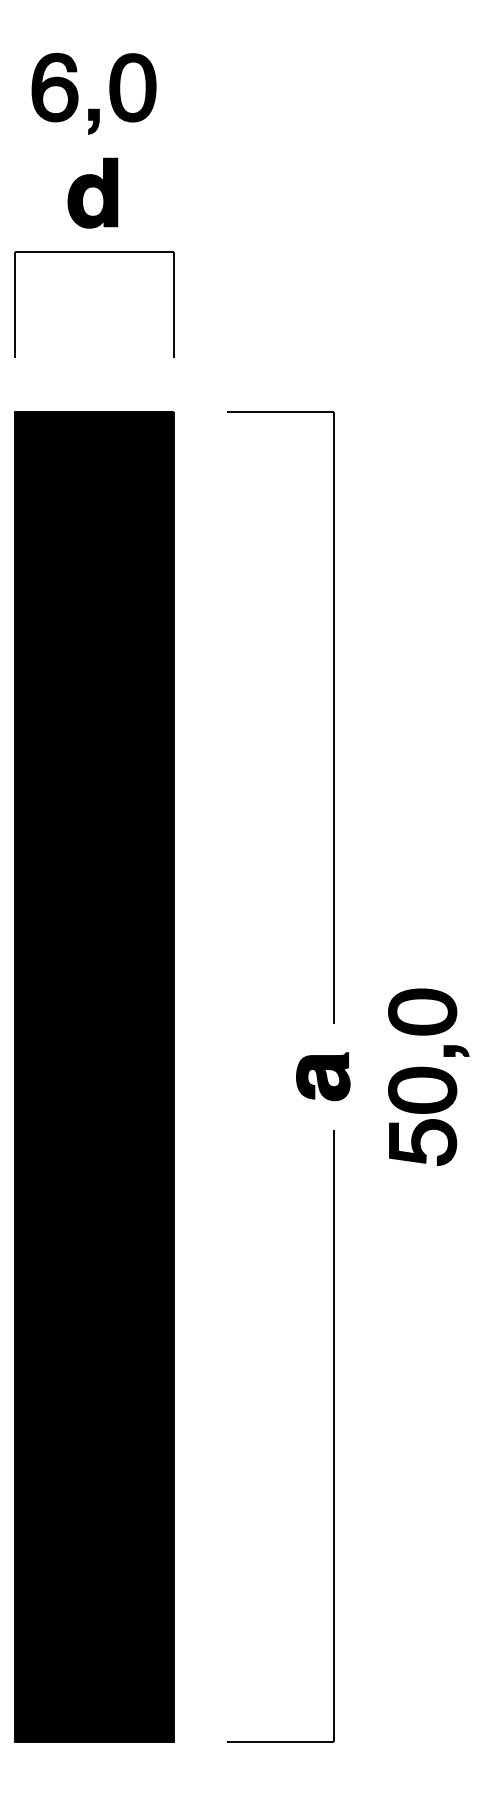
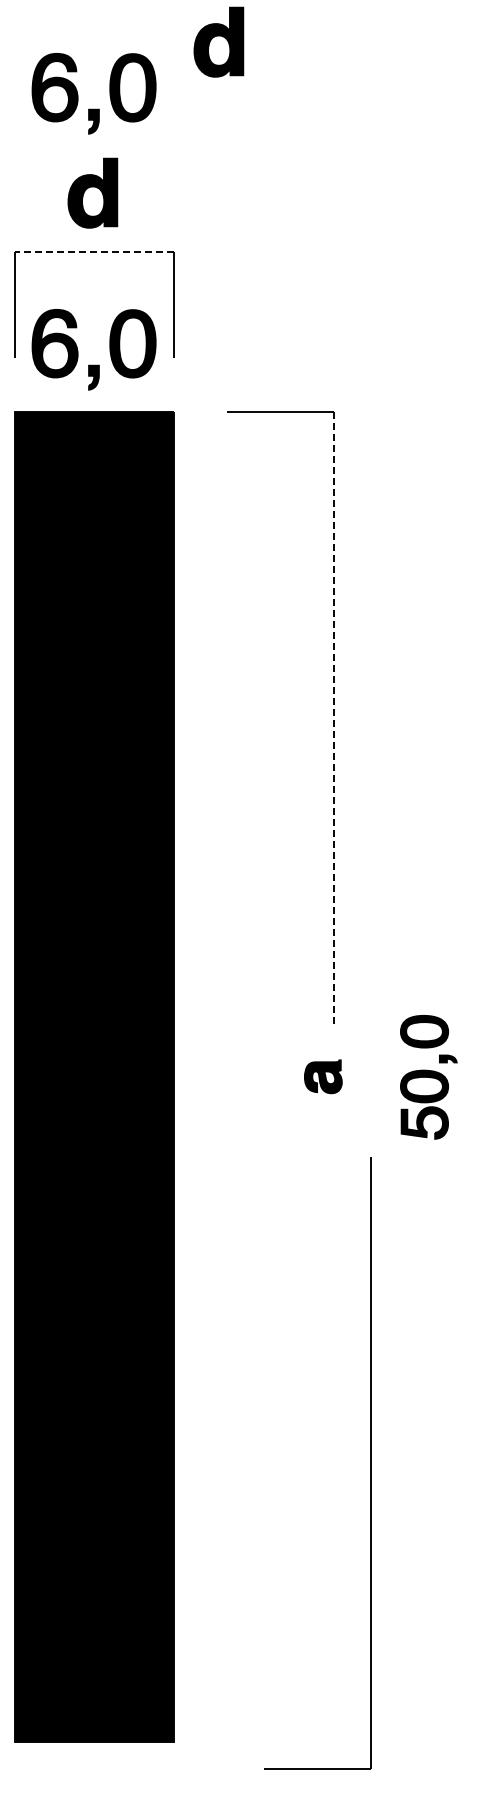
part at (218, 41): none -> present
line at (94, 251): solid -> dashed
part at (93, 364): none -> present
line at (333, 717): solid -> dashed
part at (323, 1076) size: 55x50 px -> 39x36 px
part at (428, 1077) size: 82x179 px -> 58x125 px
part at (333, 1436) position: (333, 1436) -> (370, 1463)
